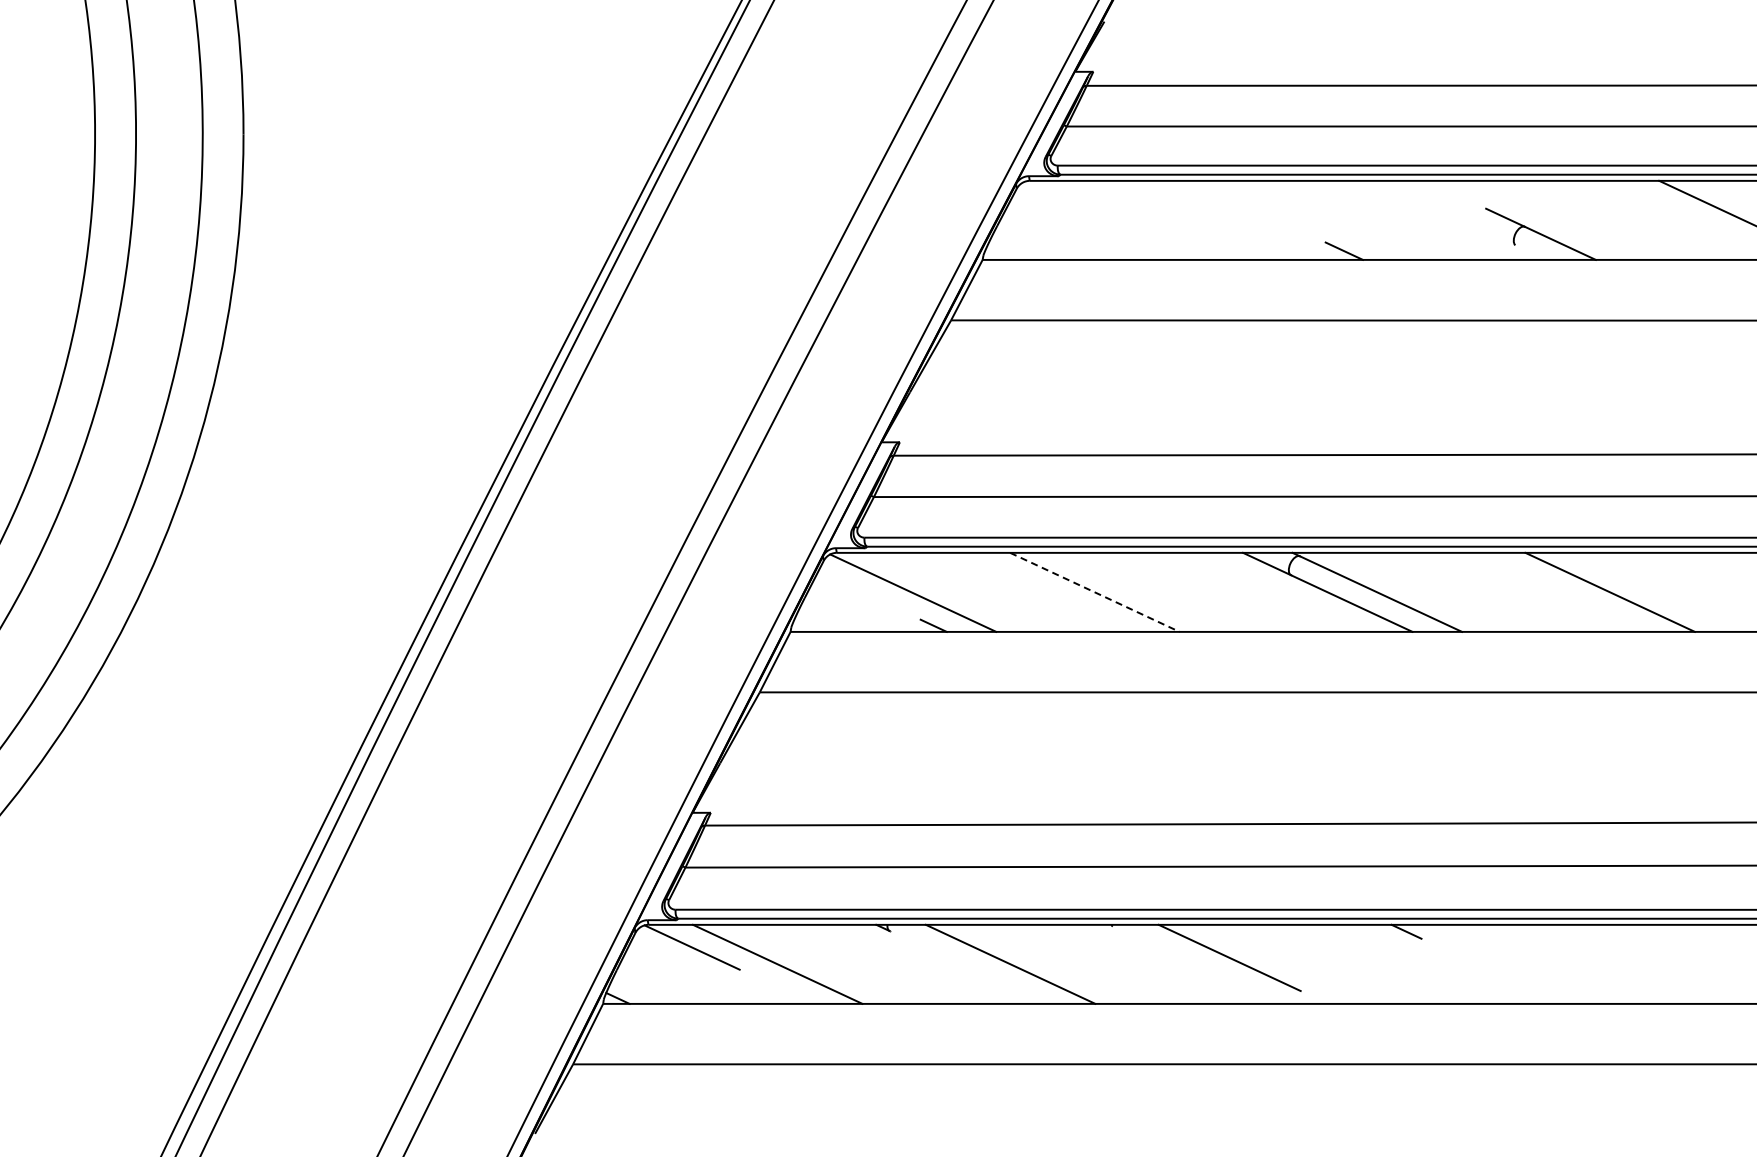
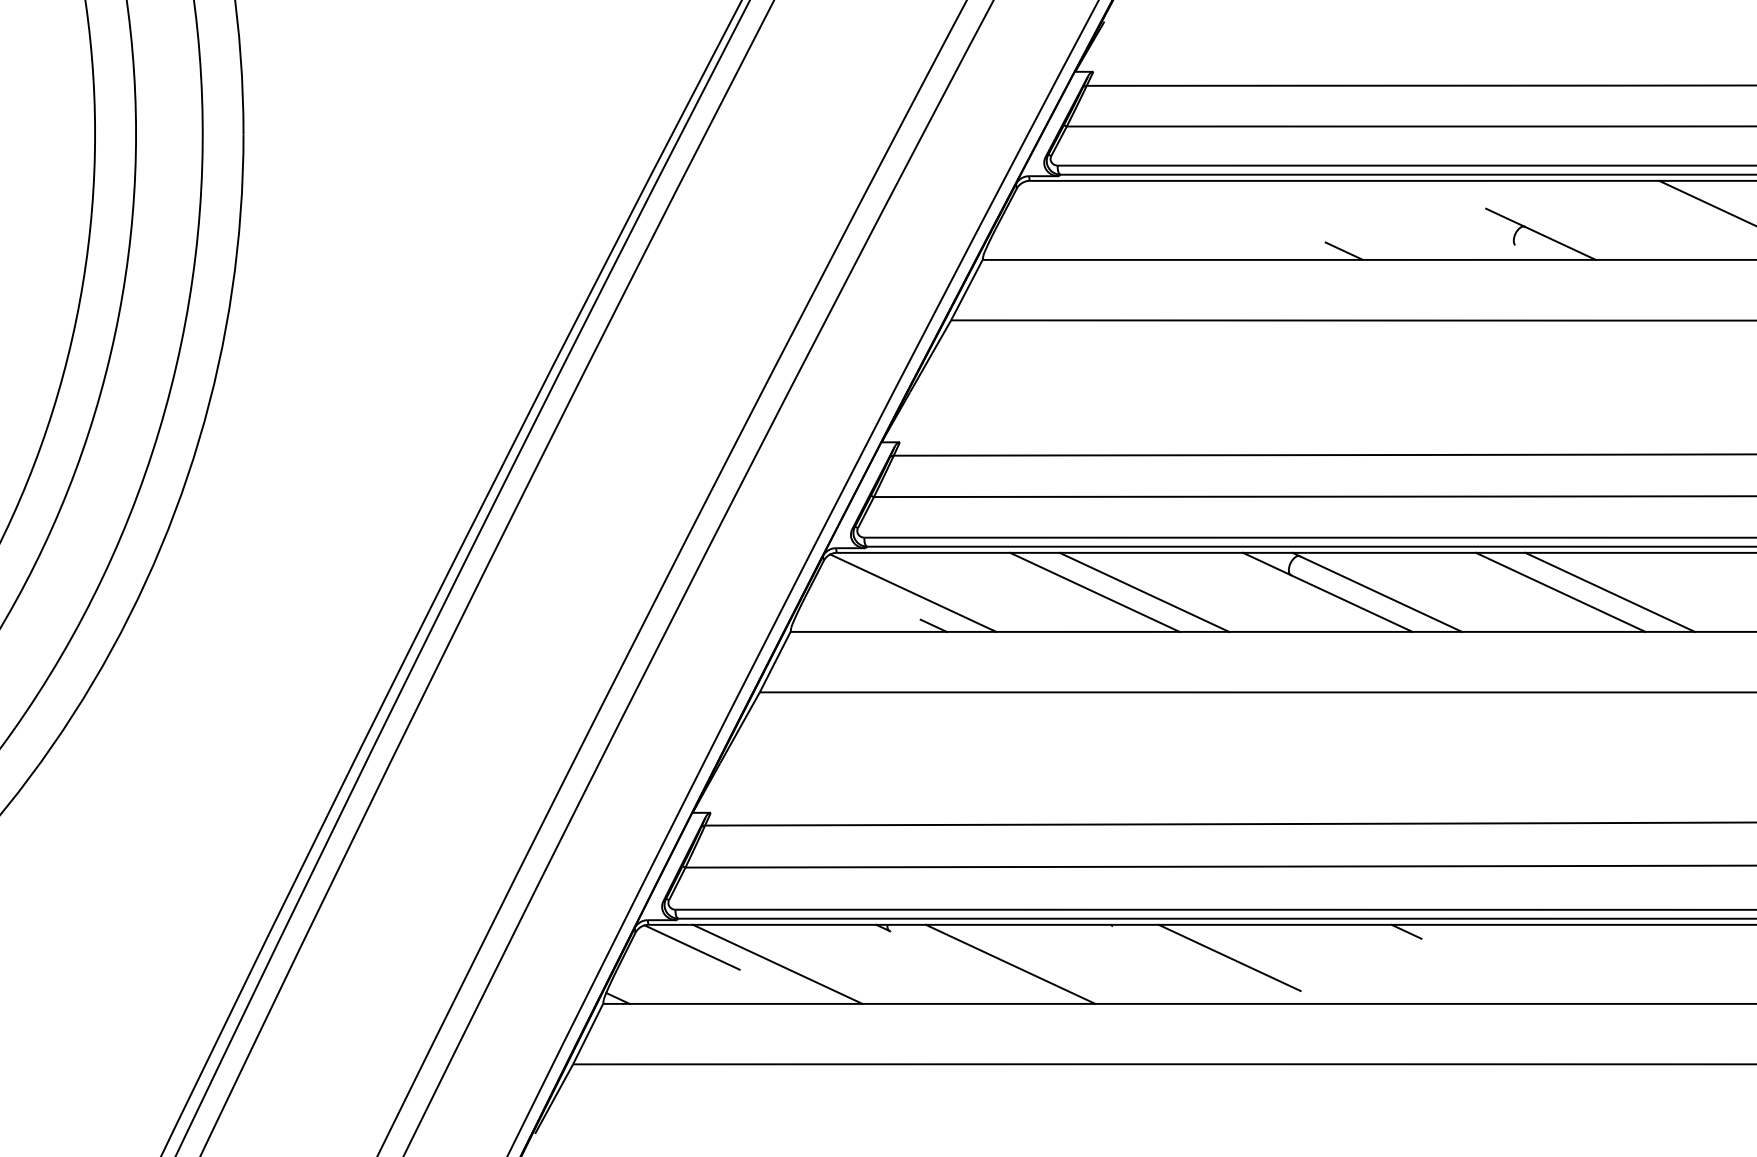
line at (1144, 591): none -> present
line at (1560, 591): none -> present
line at (1094, 592): dashed -> solid
